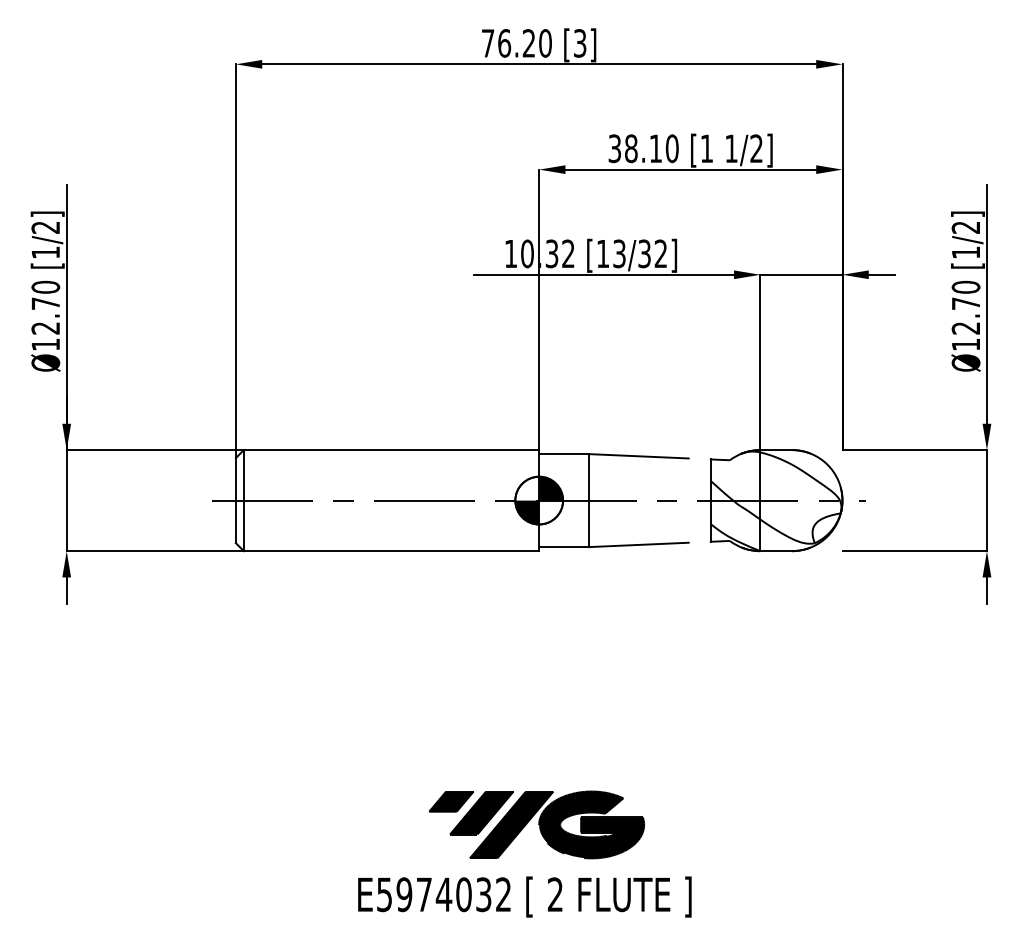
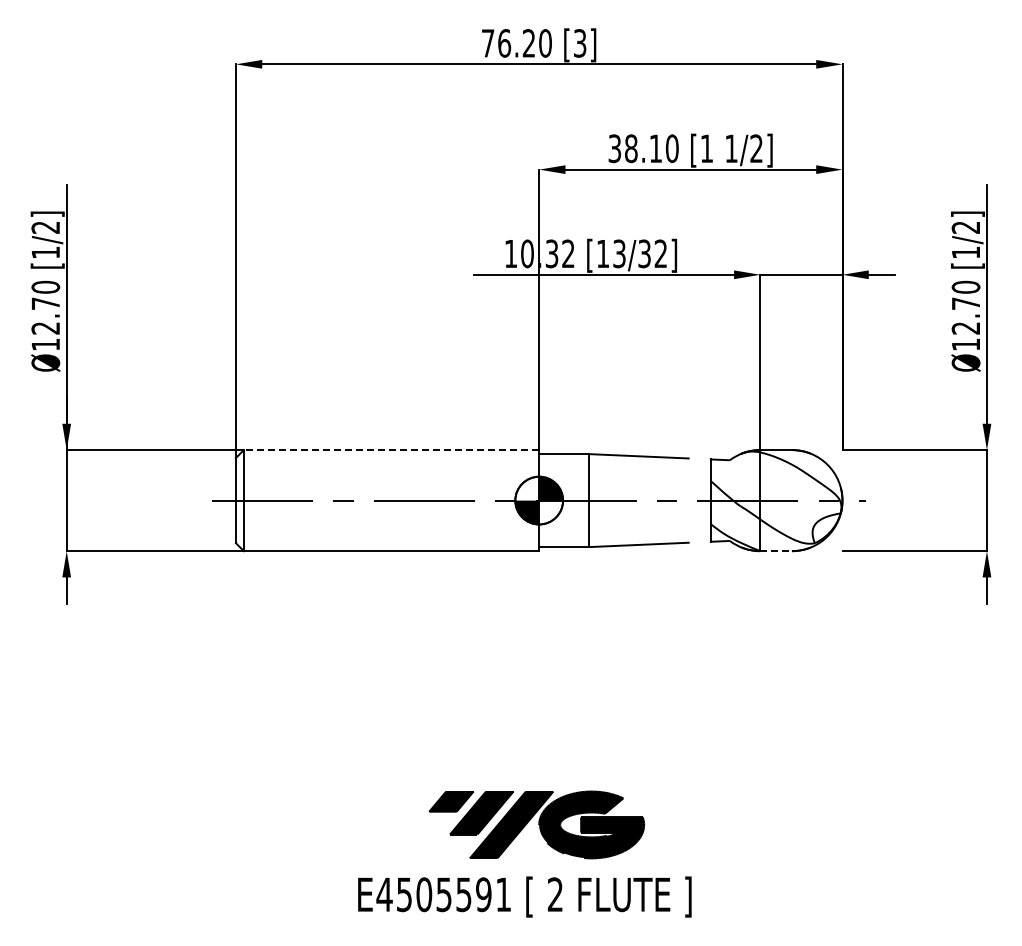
line at (391, 450): solid -> dashed
line at (776, 551): solid -> dashed
text at (443, 894): E5974032 -> E4505591
